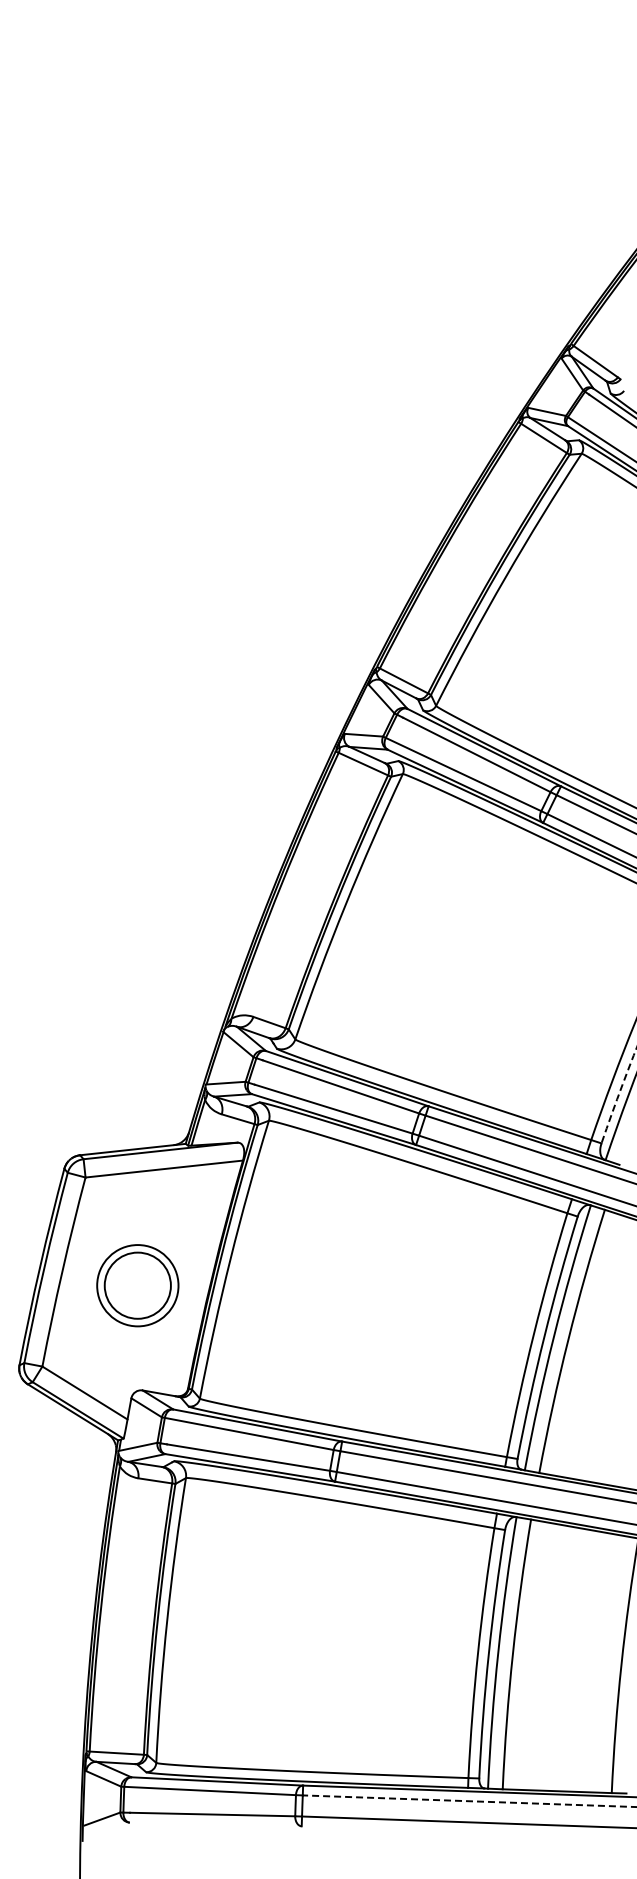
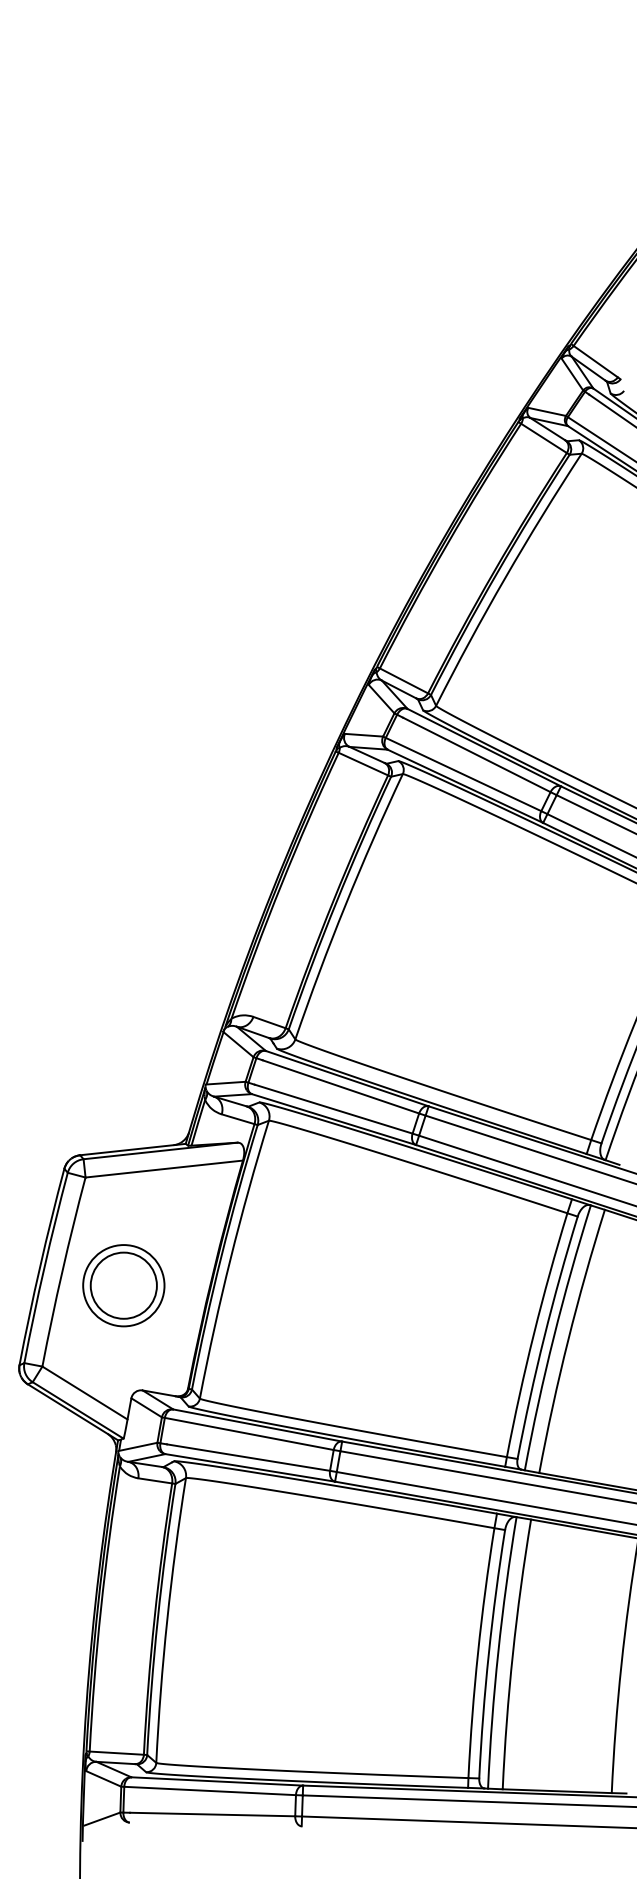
arc at (618, 1094): dashed -> solid
part at (137, 1285) position: (137, 1285) -> (123, 1285)
line at (469, 1801): dashed -> solid
